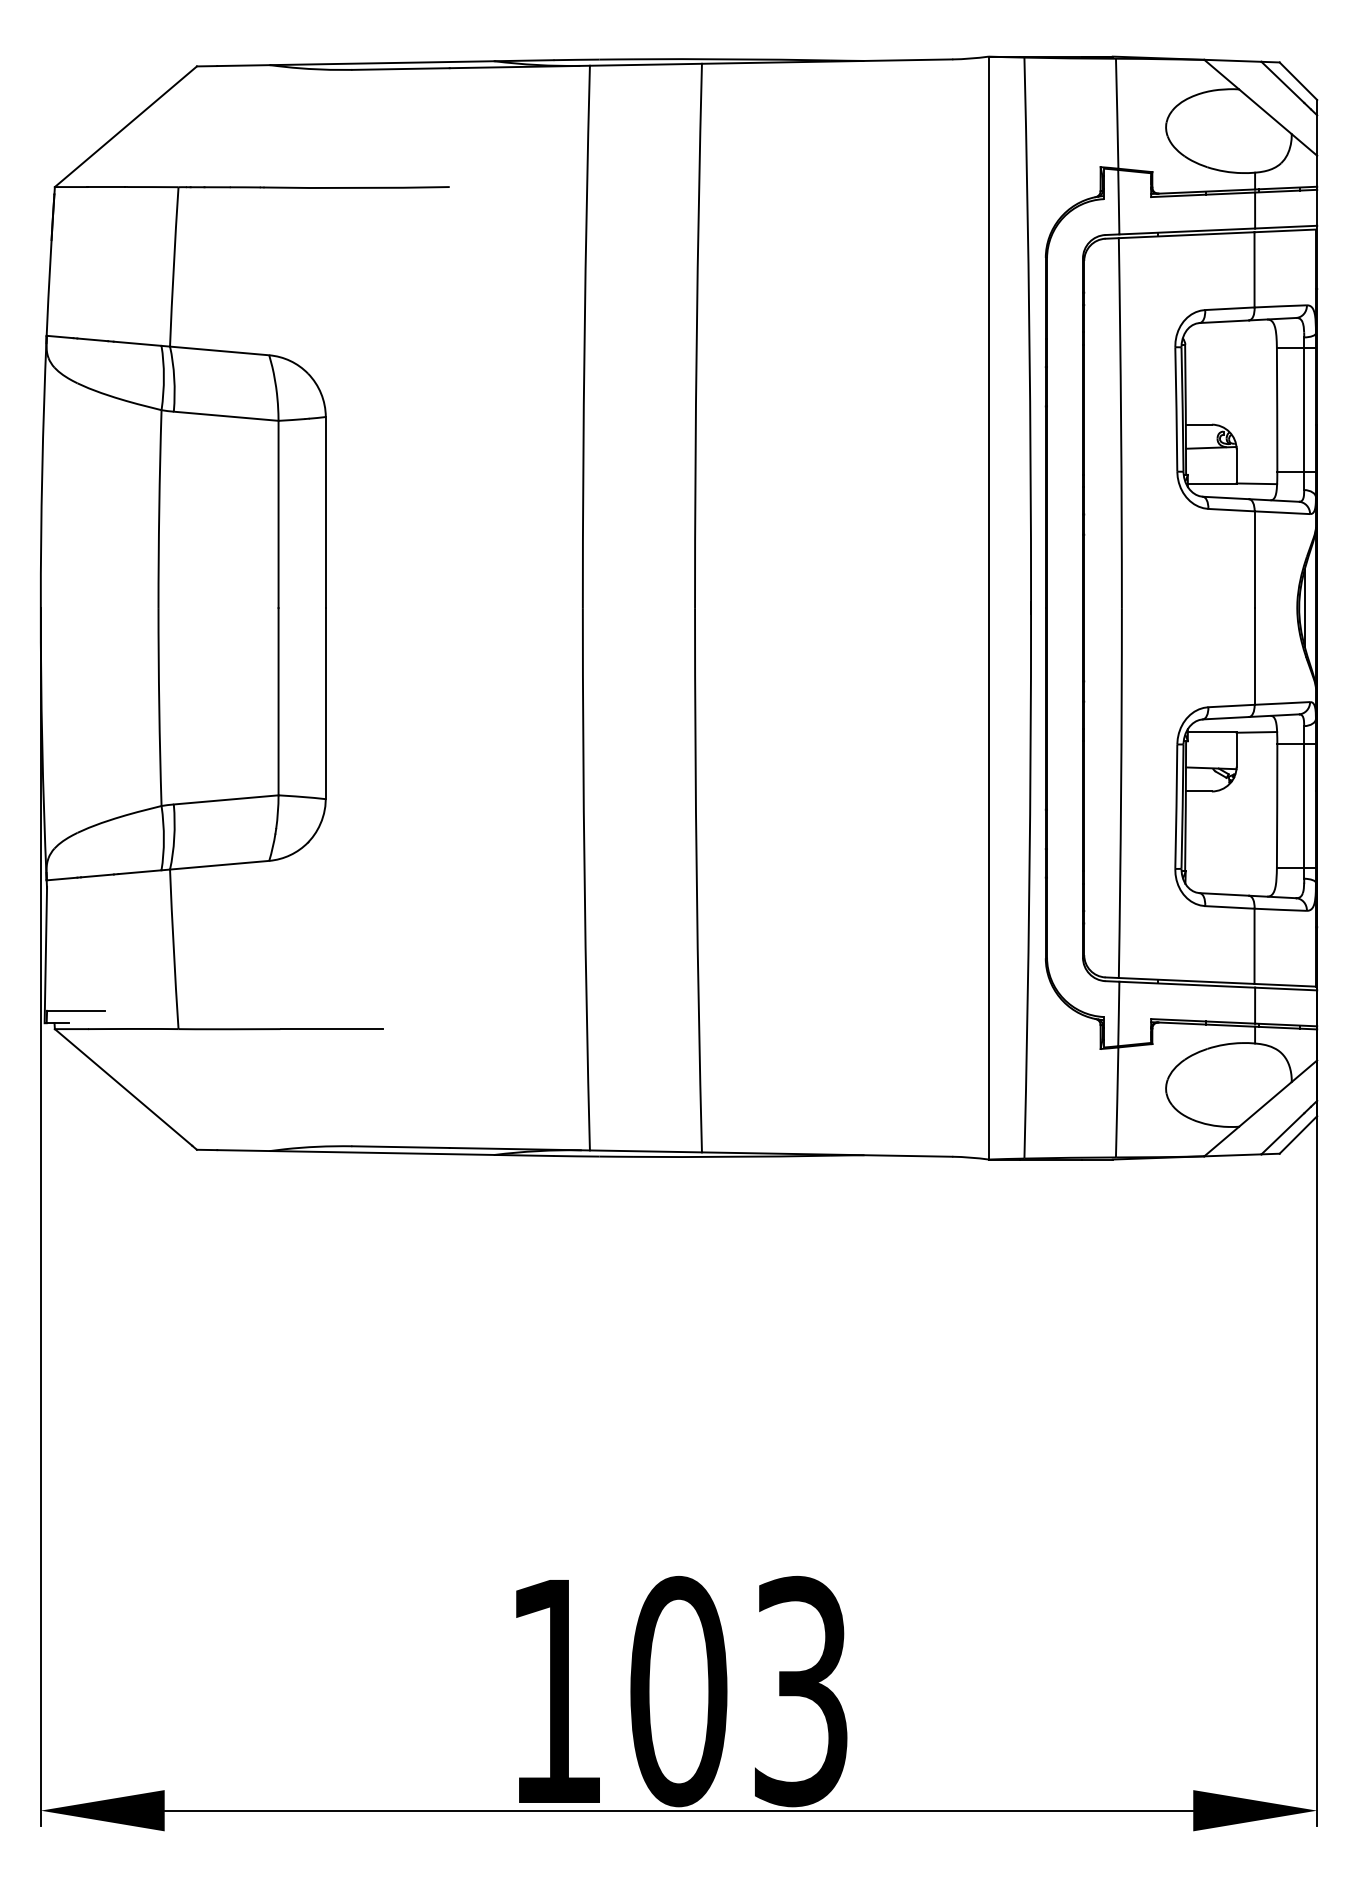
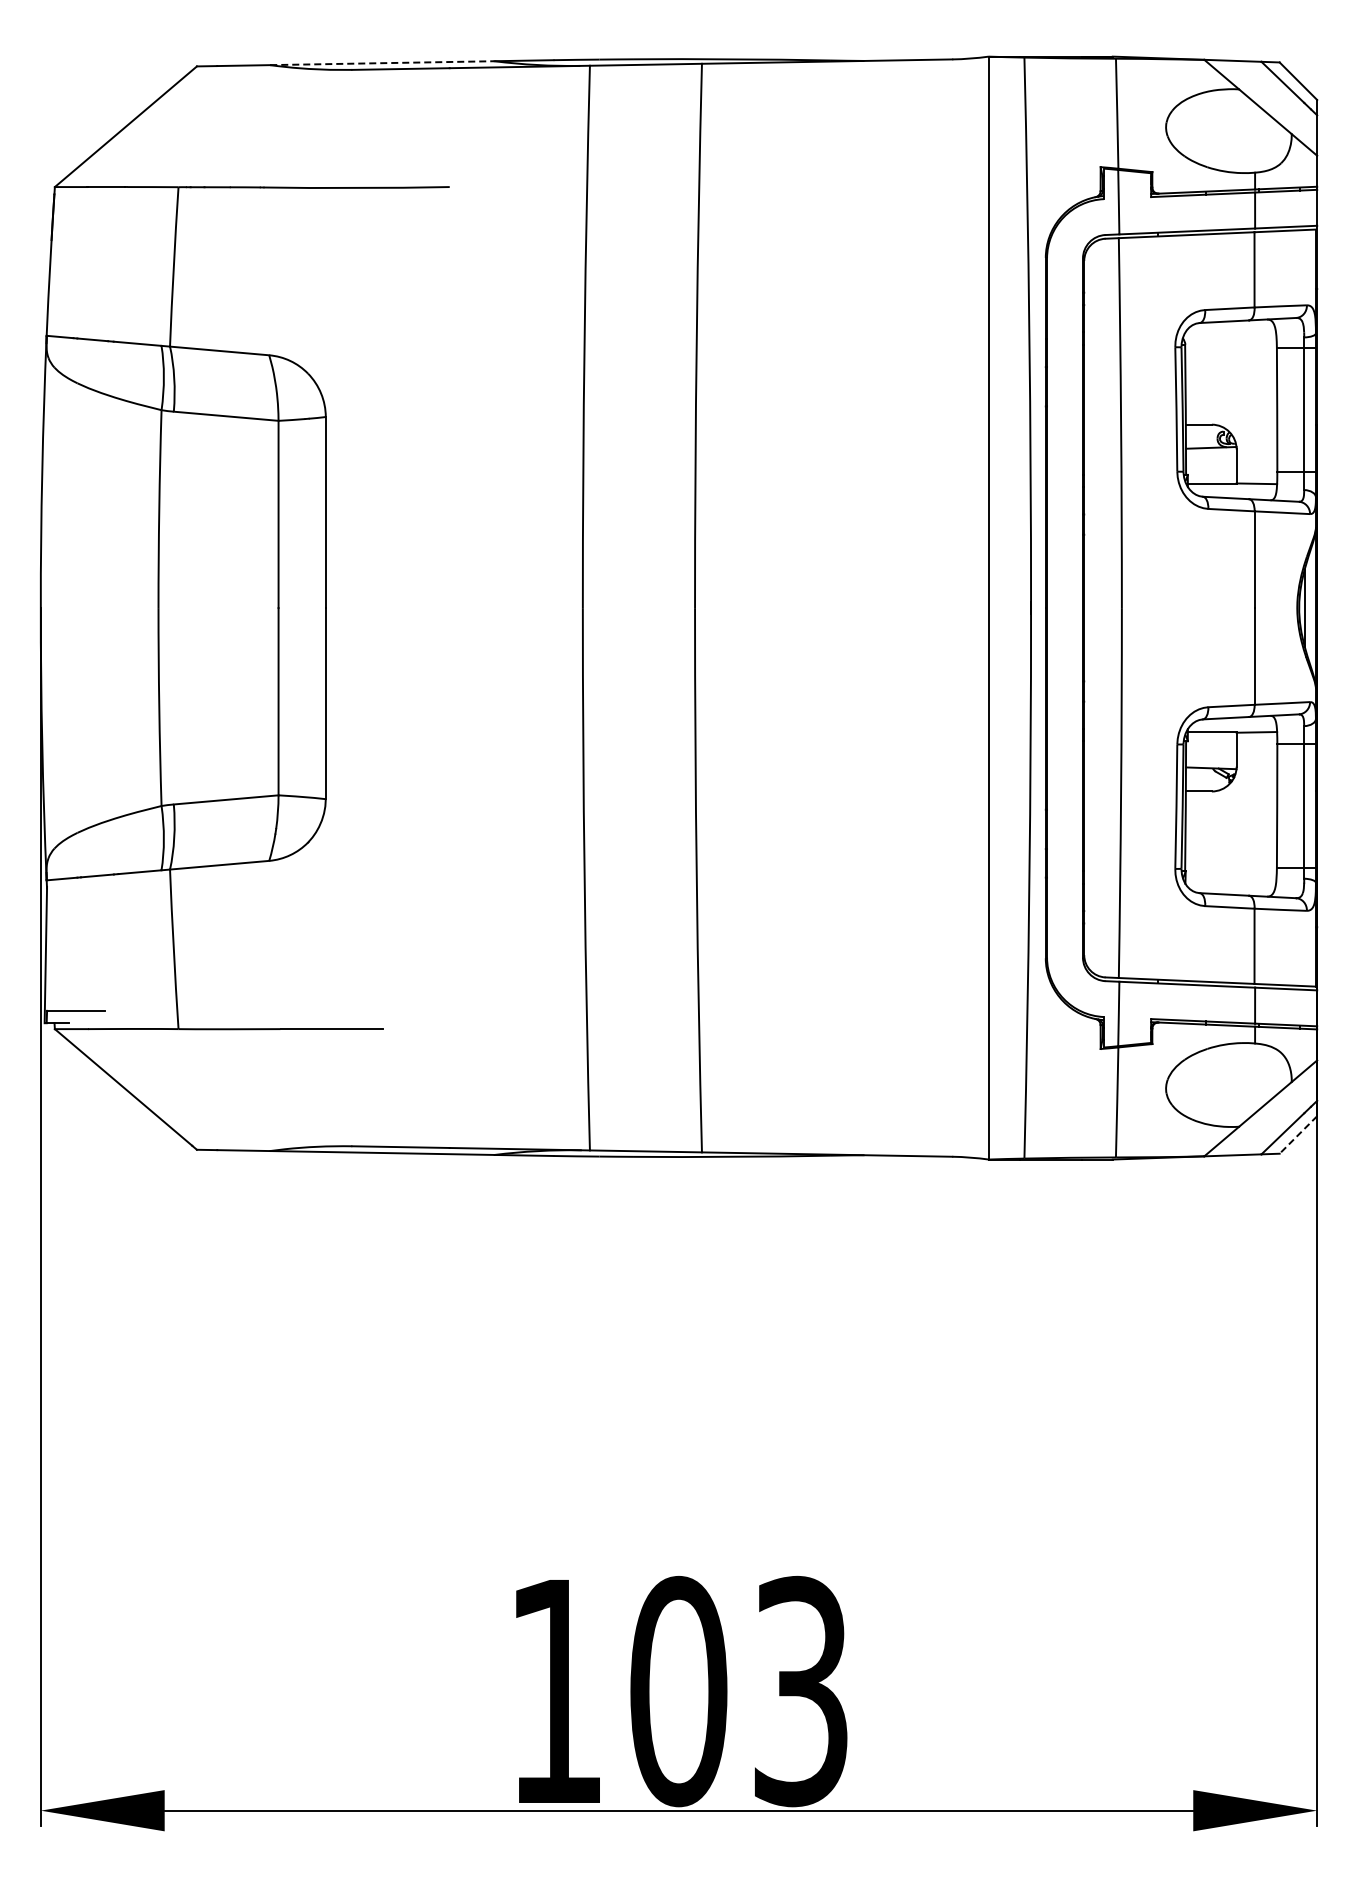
line at (382, 63): solid -> dashed
line at (1298, 1134): solid -> dashed
